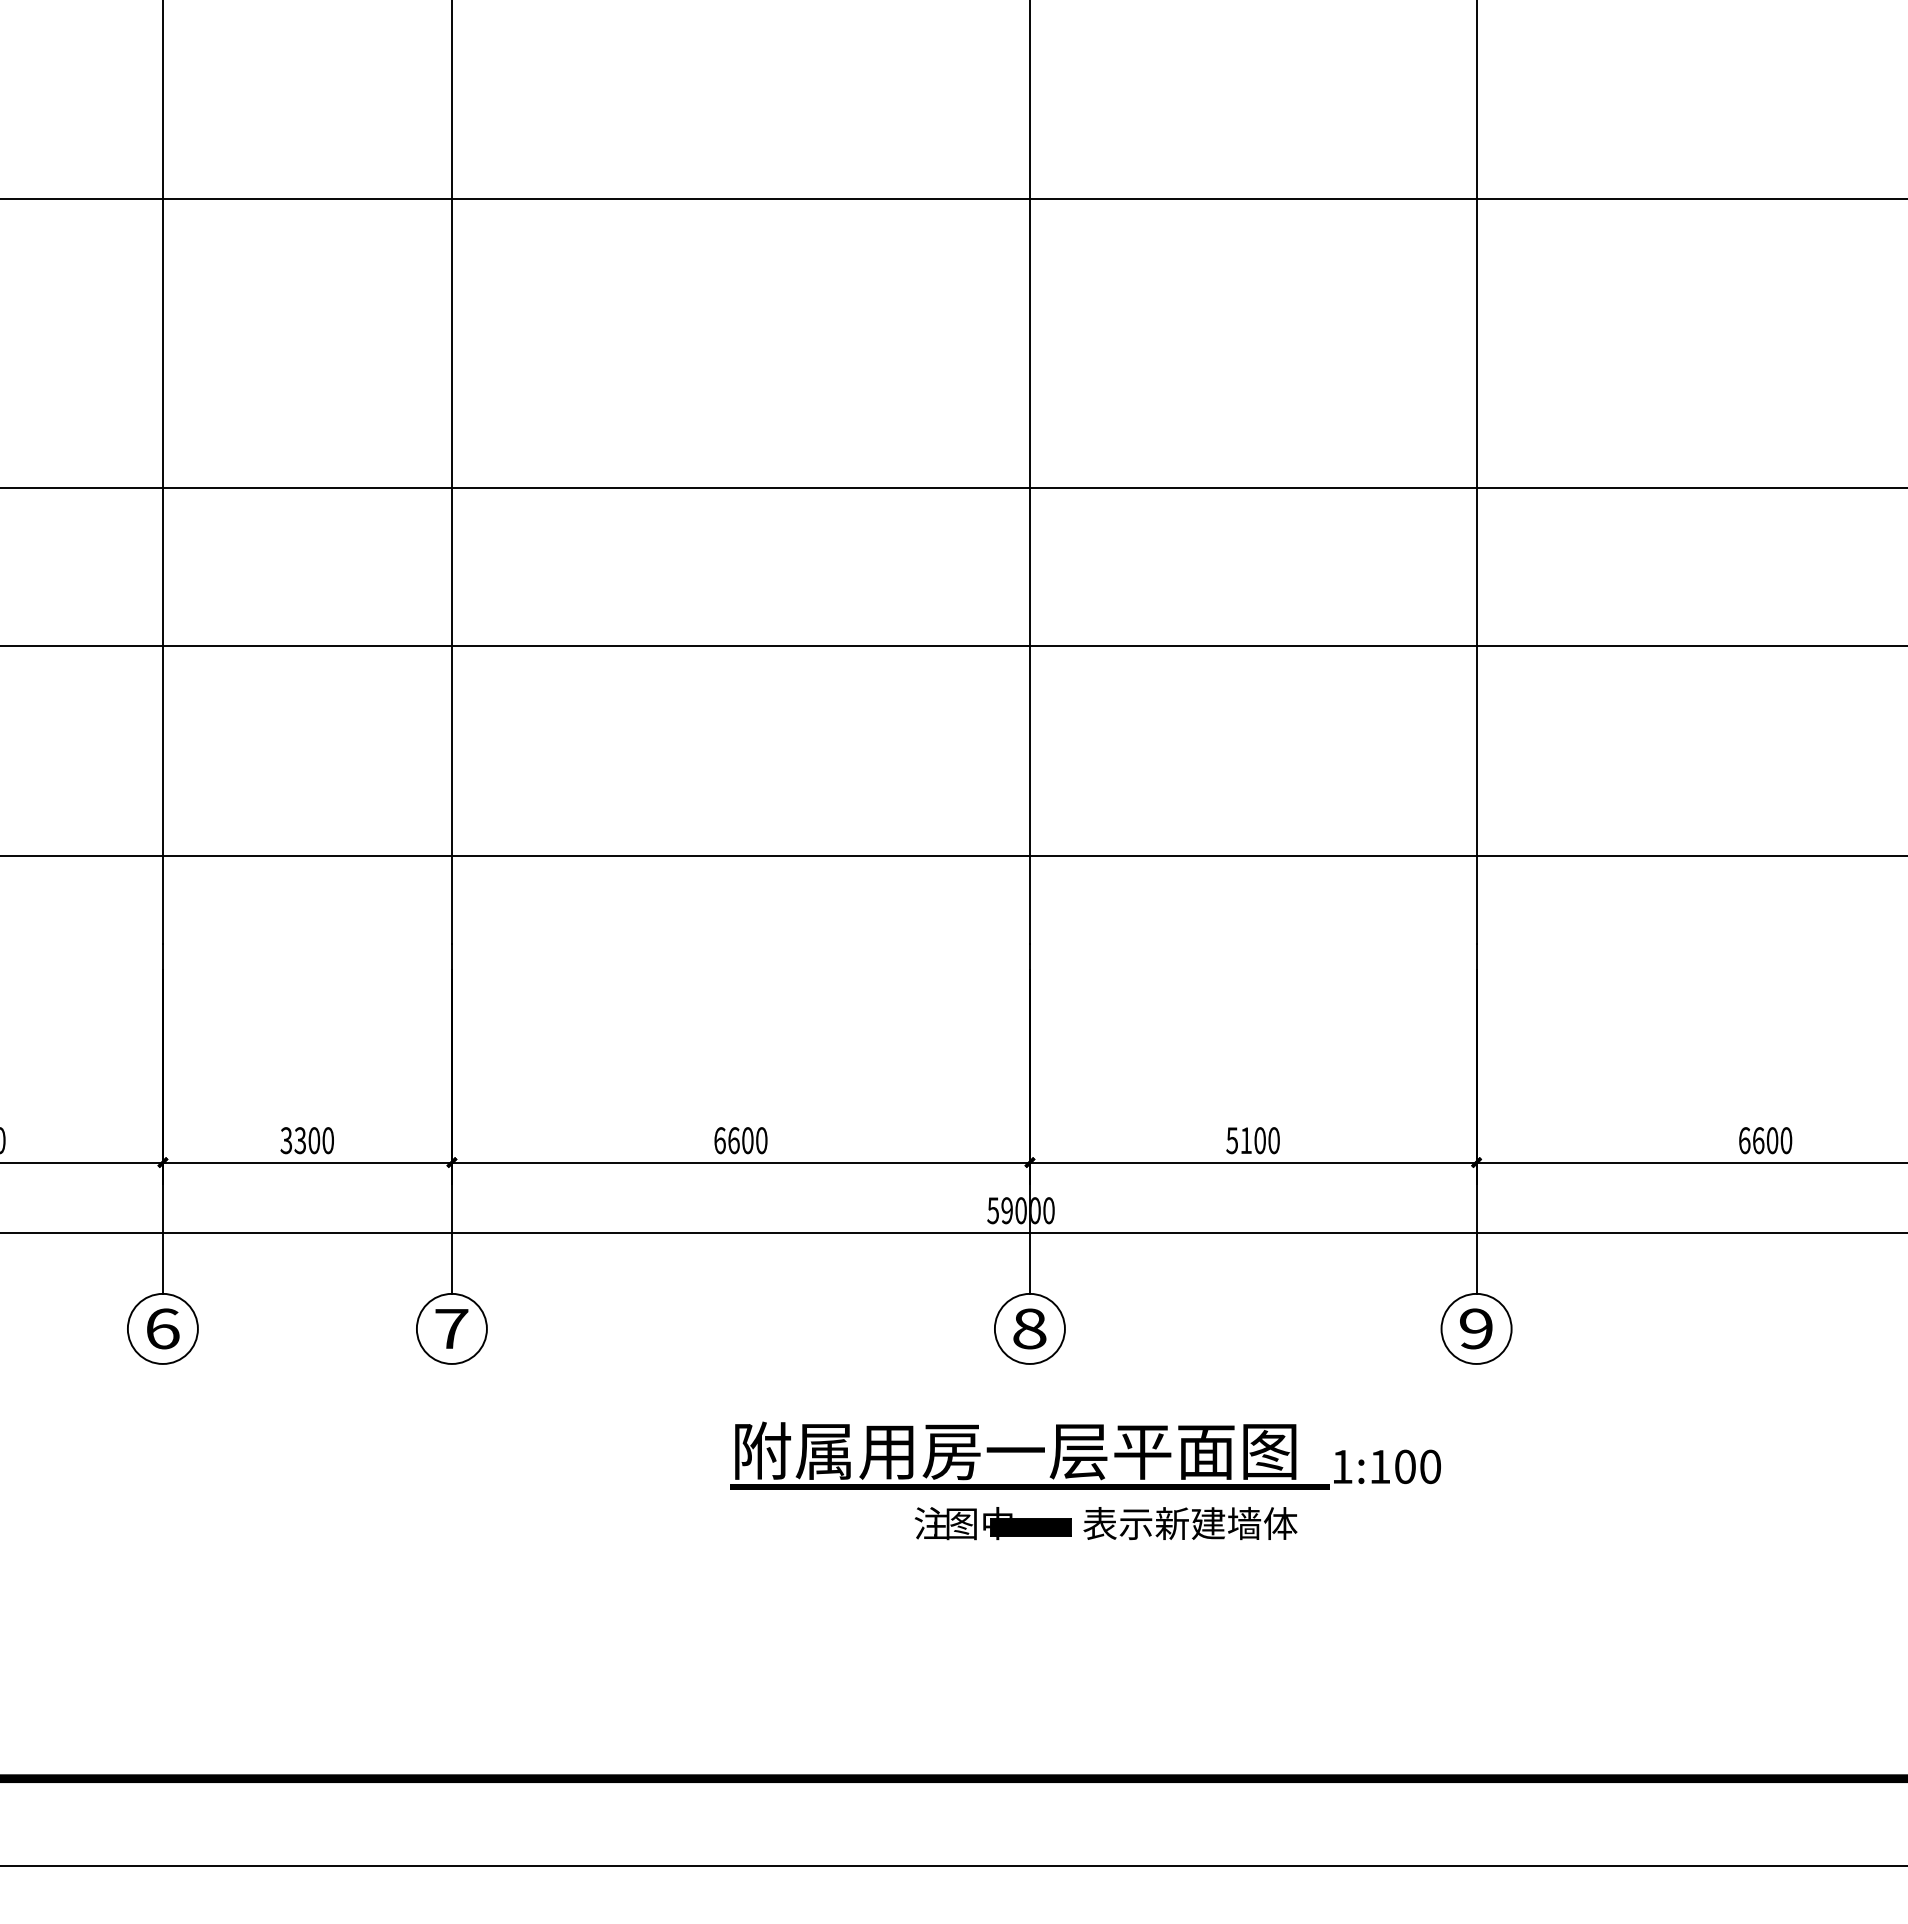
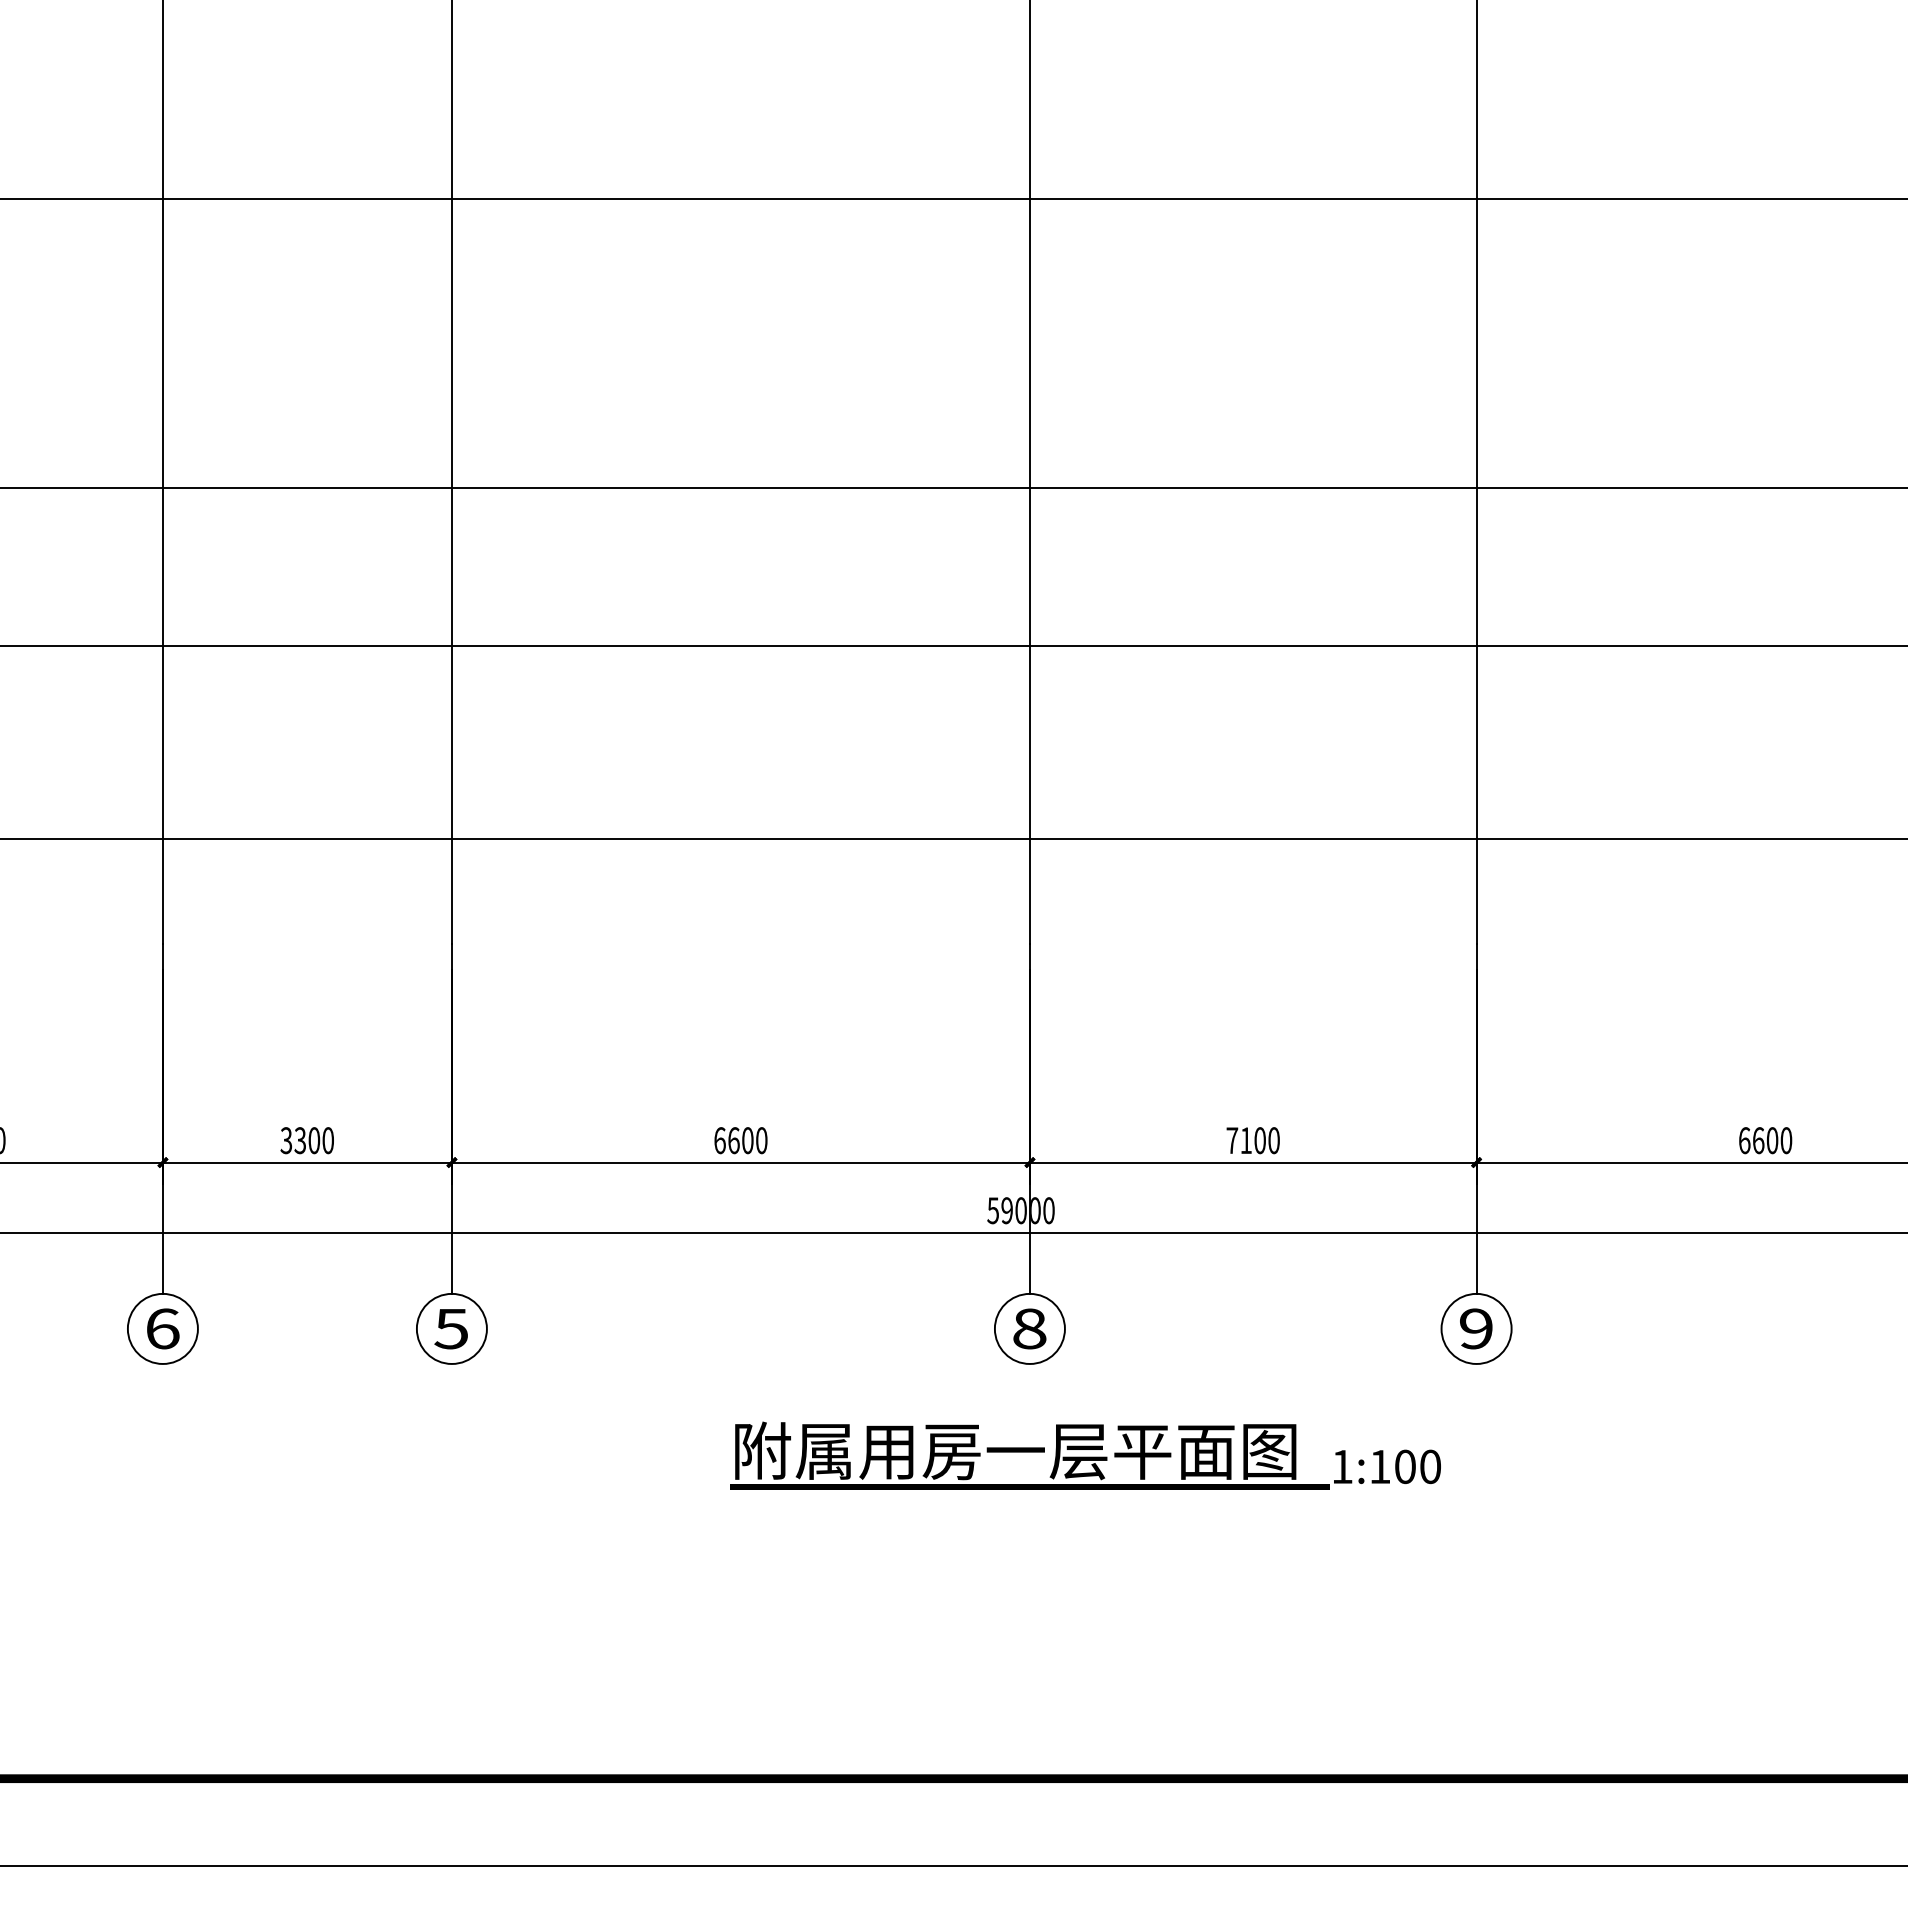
line at (953, 856) position: (953, 856) -> (953, 839)
text at (1232, 1140): 5100 -> 7100
text at (451, 1329): 7 -> 5
part at (1106, 1523): present -> none
